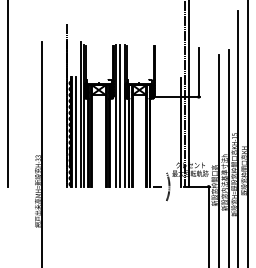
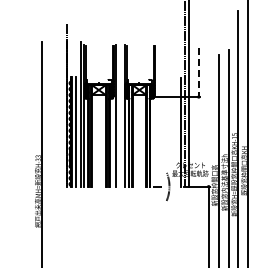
line at (198, 72): solid -> dashed
line at (7, 94): present -> none
line at (120, 115): present -> none
